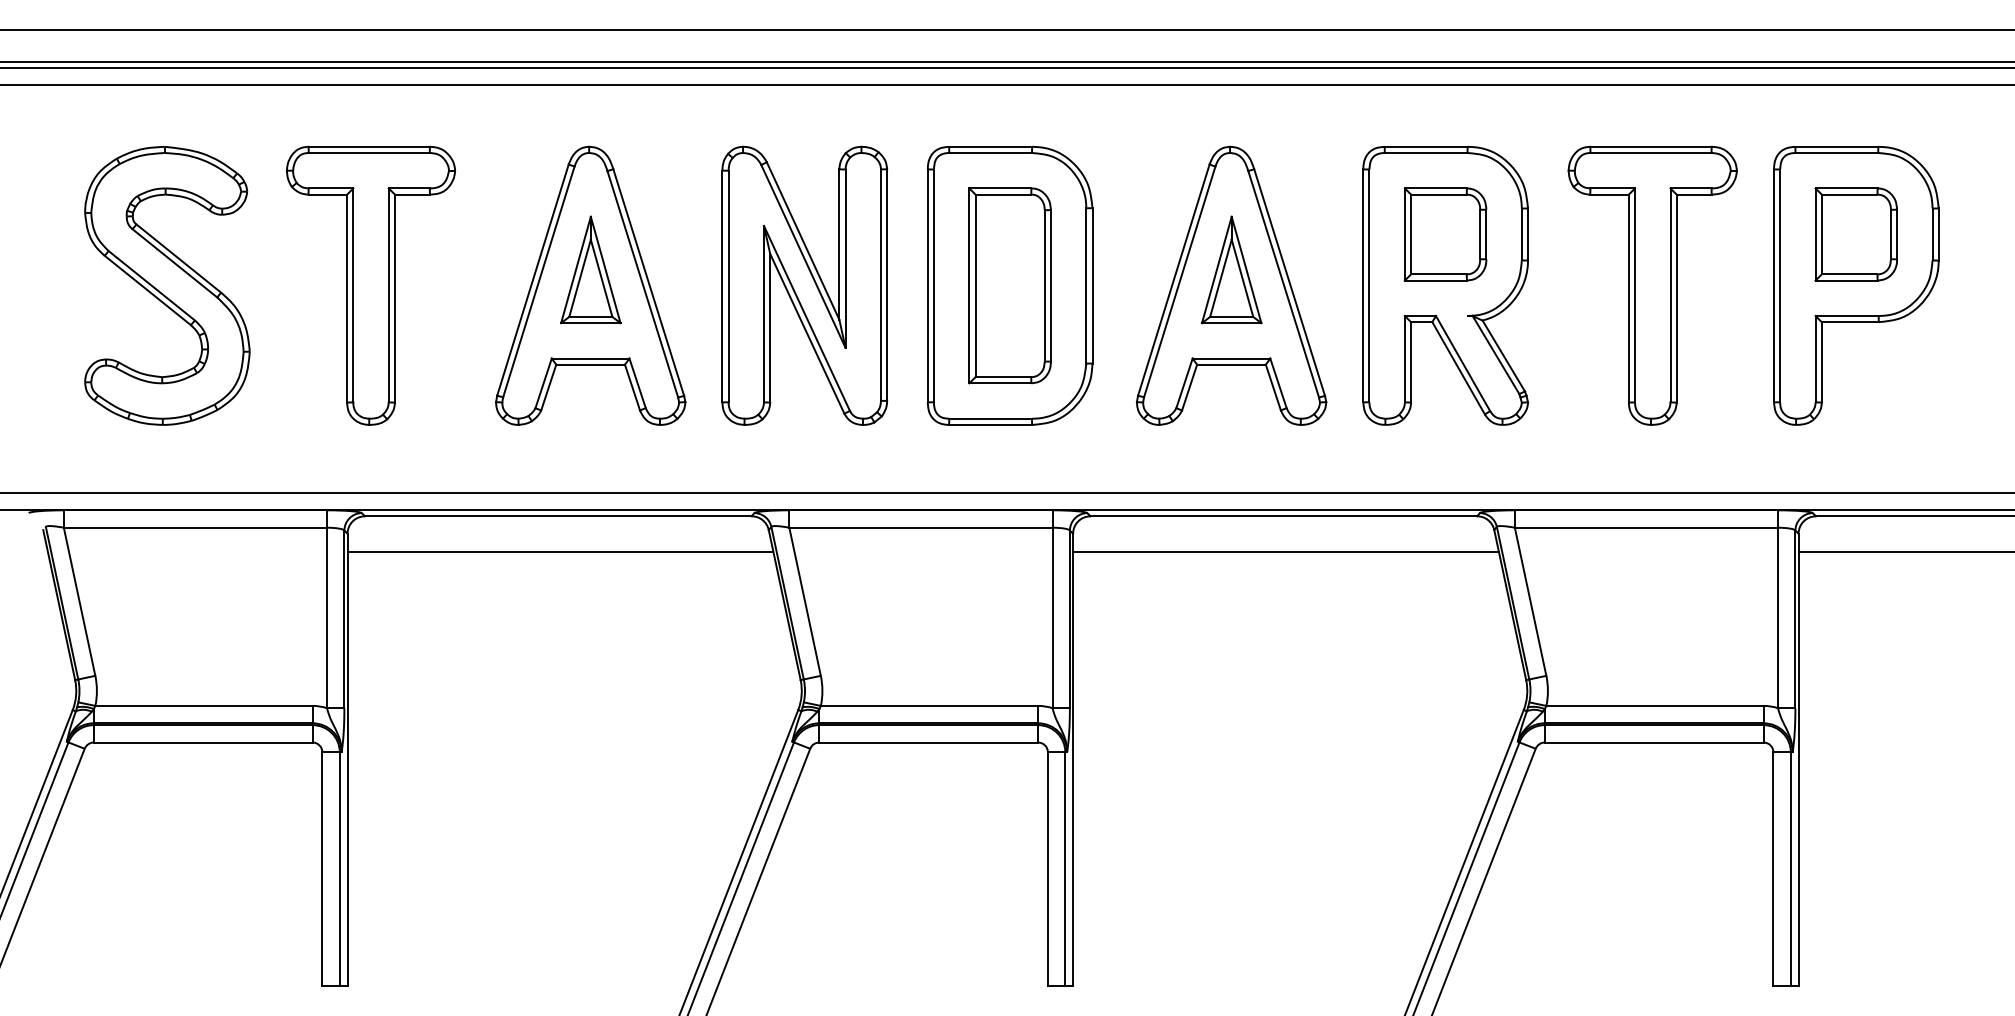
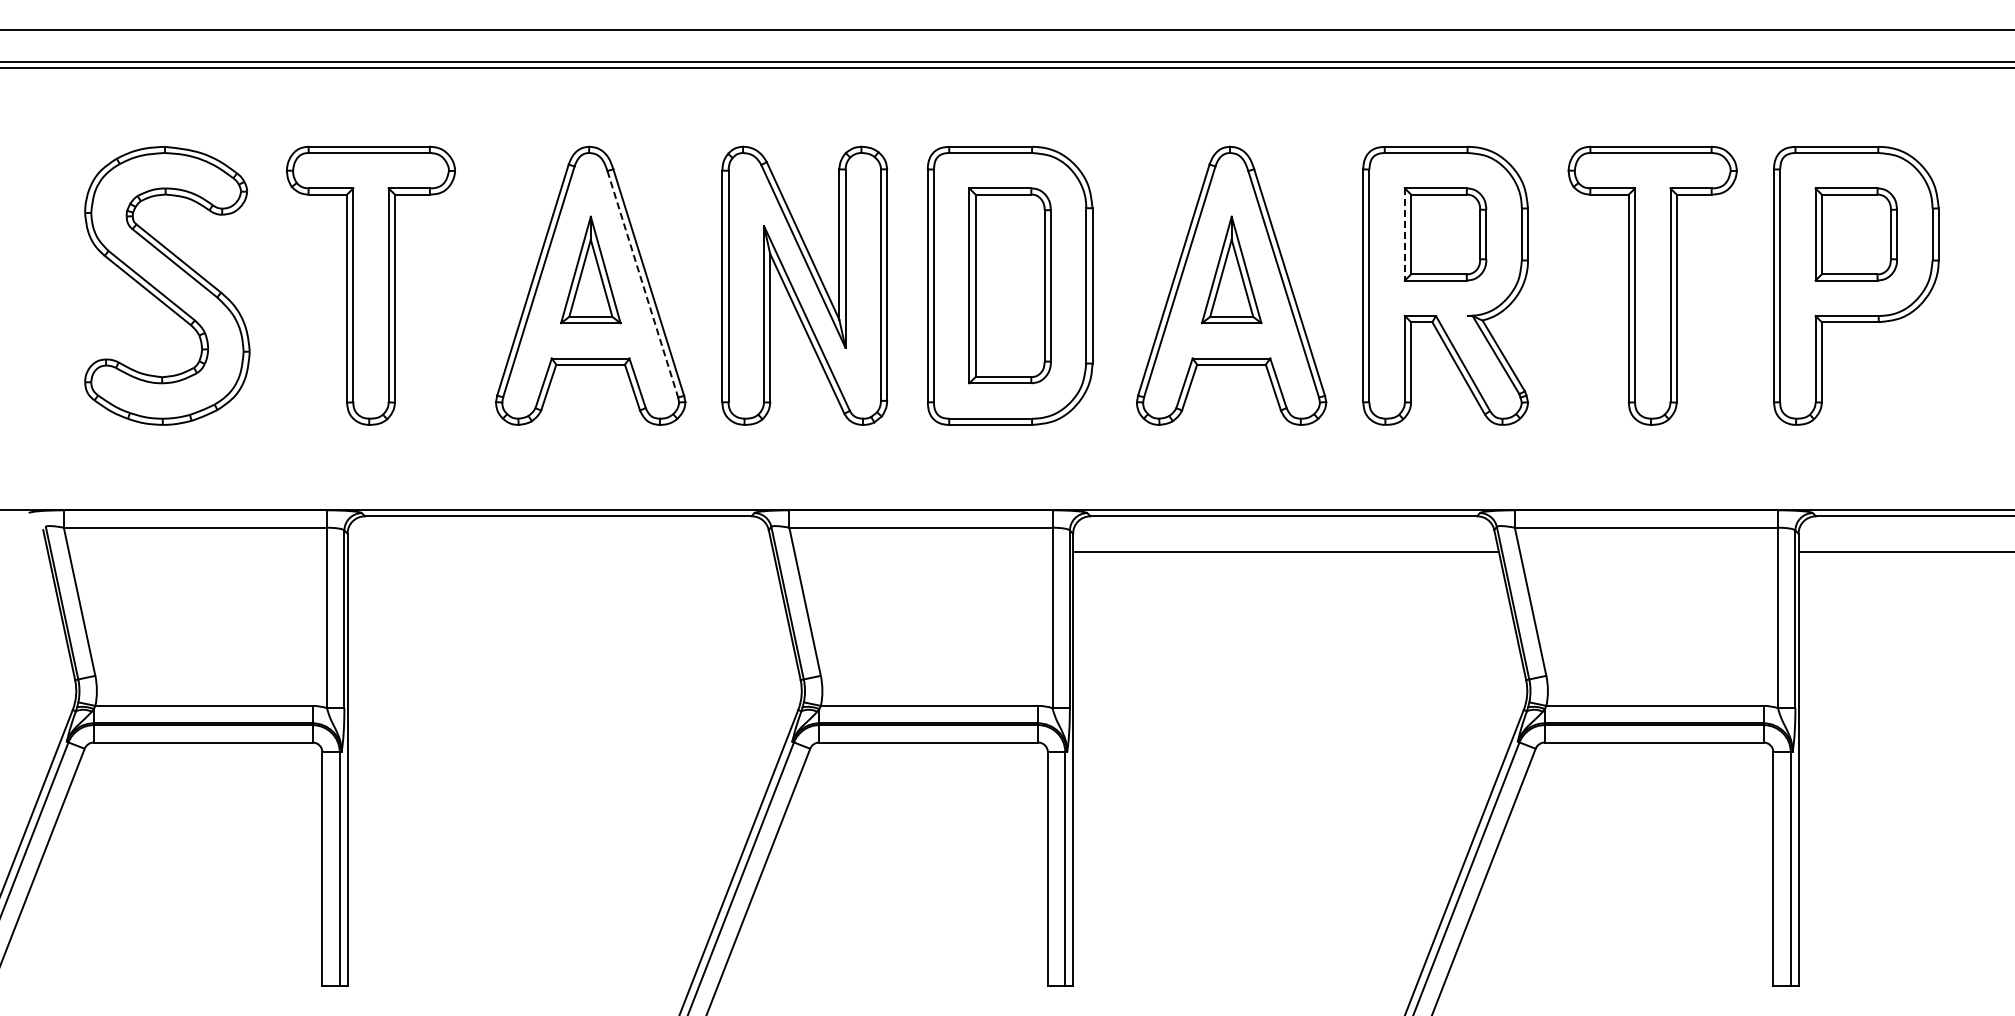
line at (1006, 85): present -> none
line at (1404, 235): solid -> dashed
line at (642, 284): solid -> dashed
line at (1006, 492): present -> none
line at (560, 551): present -> none
